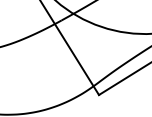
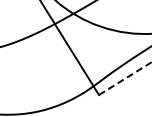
line at (125, 78): solid -> dashed
